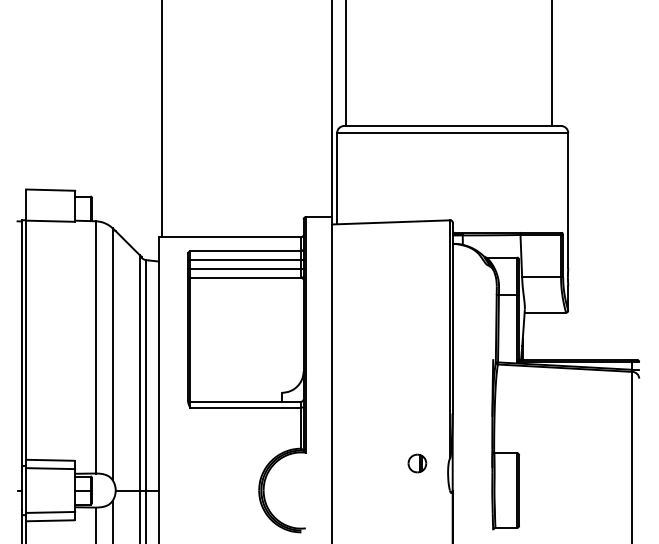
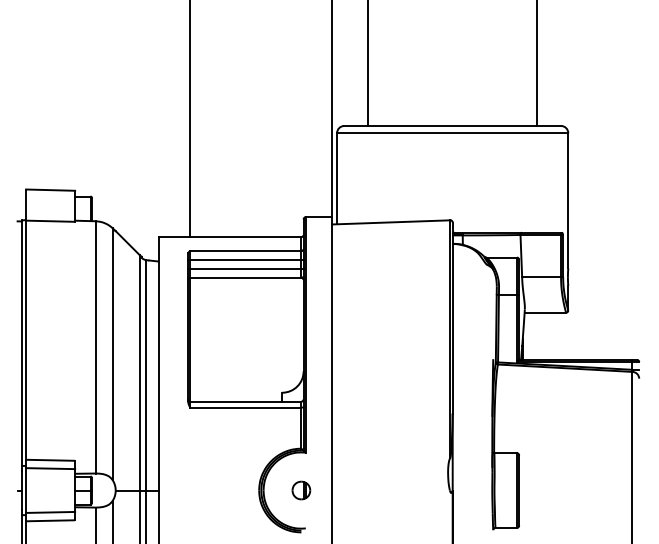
line at (346, 64) position: (346, 64) -> (368, 64)
line at (552, 64) position: (552, 64) -> (537, 64)
line at (161, 119) position: (161, 119) -> (189, 119)
part at (417, 463) position: (417, 463) -> (301, 490)
